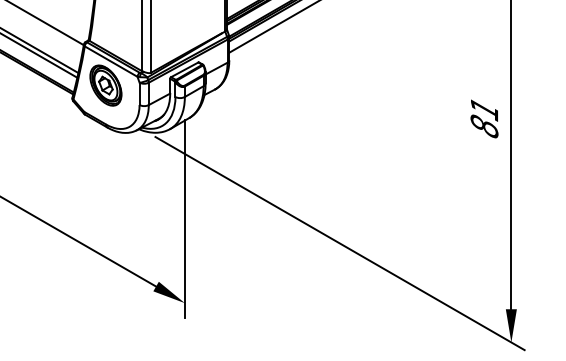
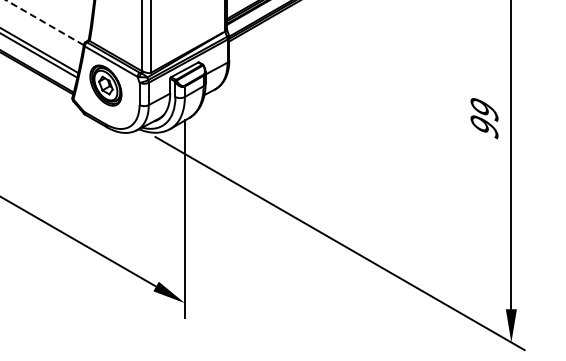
line at (44, 22): solid -> dashed
line at (272, 27): present -> none
text at (484, 118): 81 -> 99
